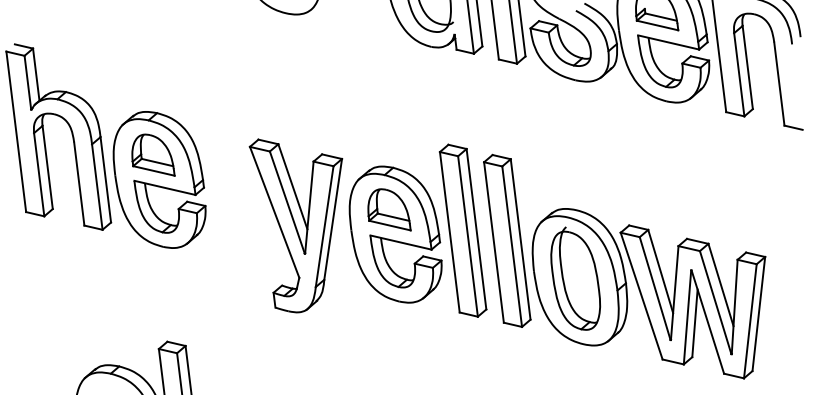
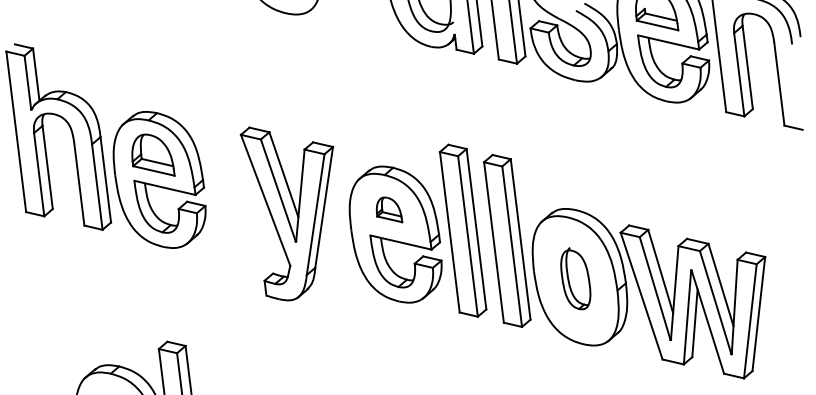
part at (389, 209) size: 45x44 px -> 28x28 px
part at (295, 225) position: (295, 225) -> (286, 213)
part at (575, 278) size: 52x105 px -> 32x64 px
